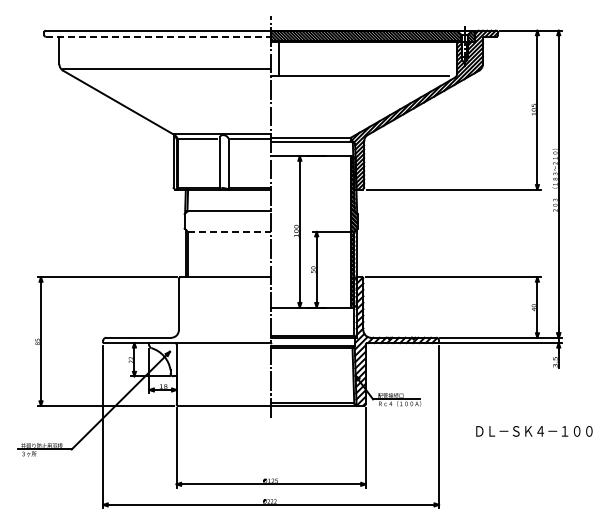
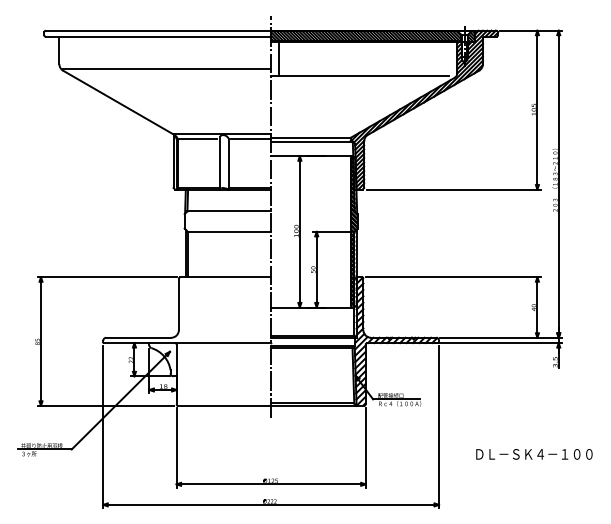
line at (158, 36): dashed -> solid
line at (229, 231): dashed -> solid
text at (534, 431) position: (534, 431) -> (534, 454)
